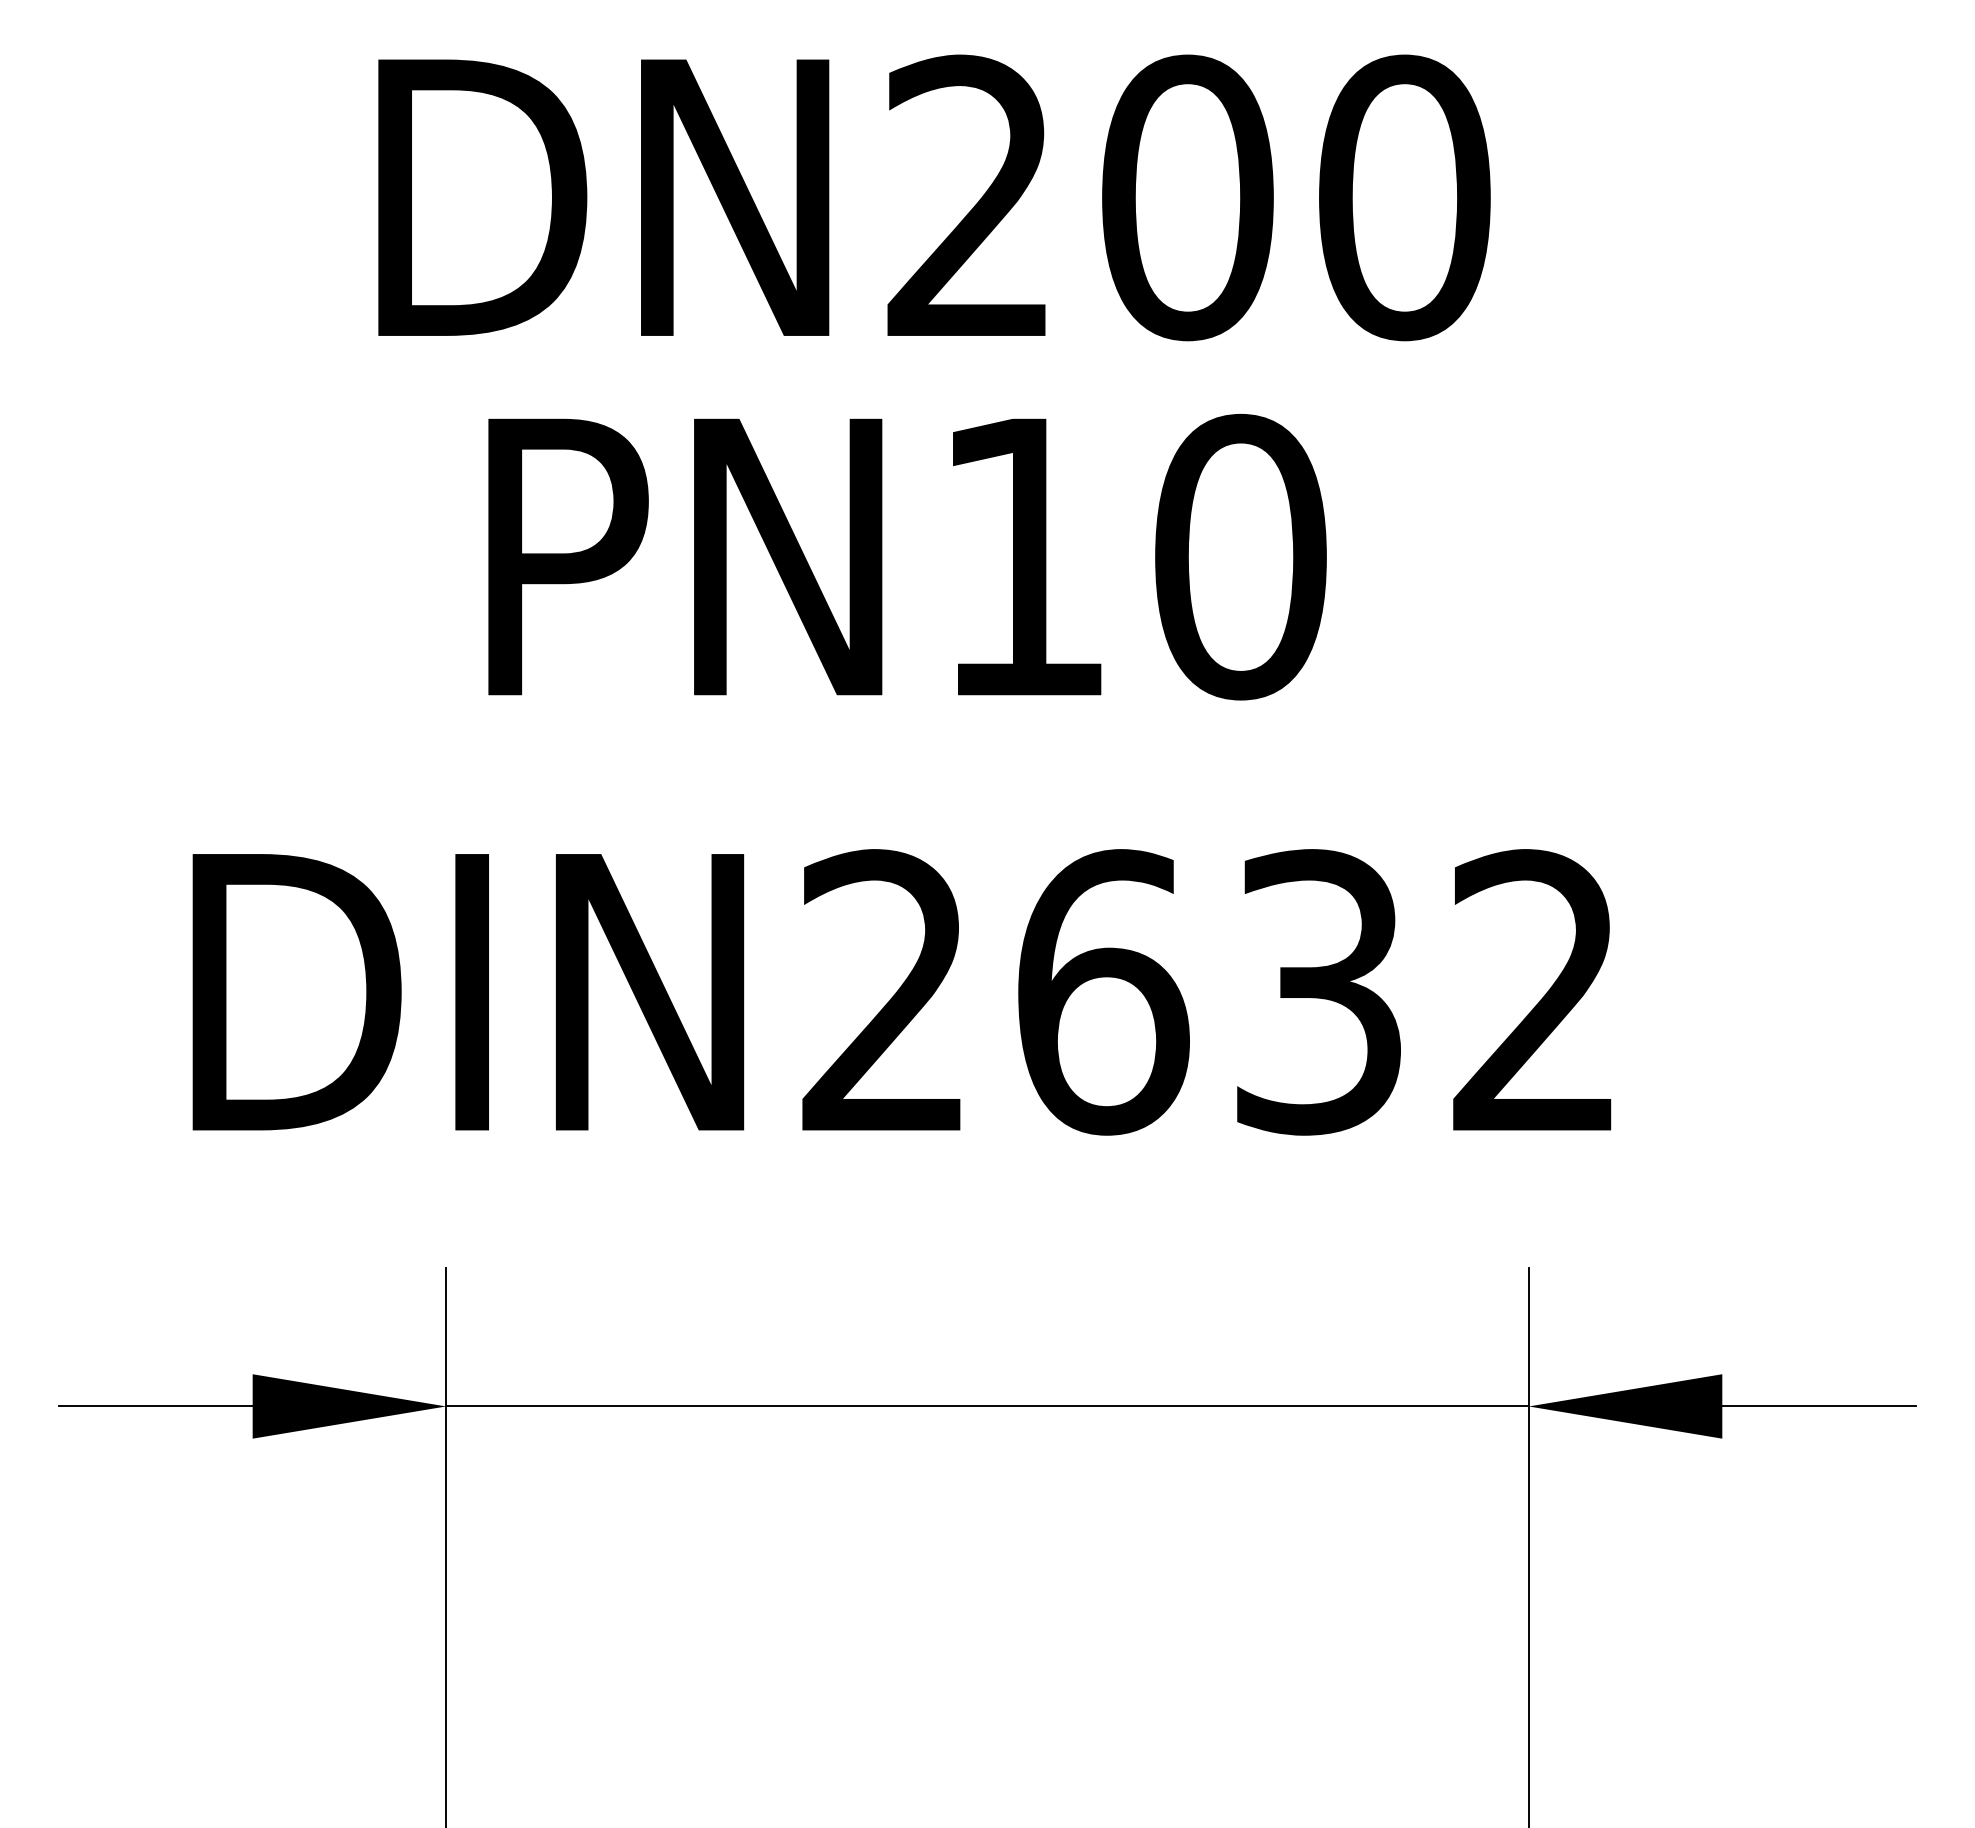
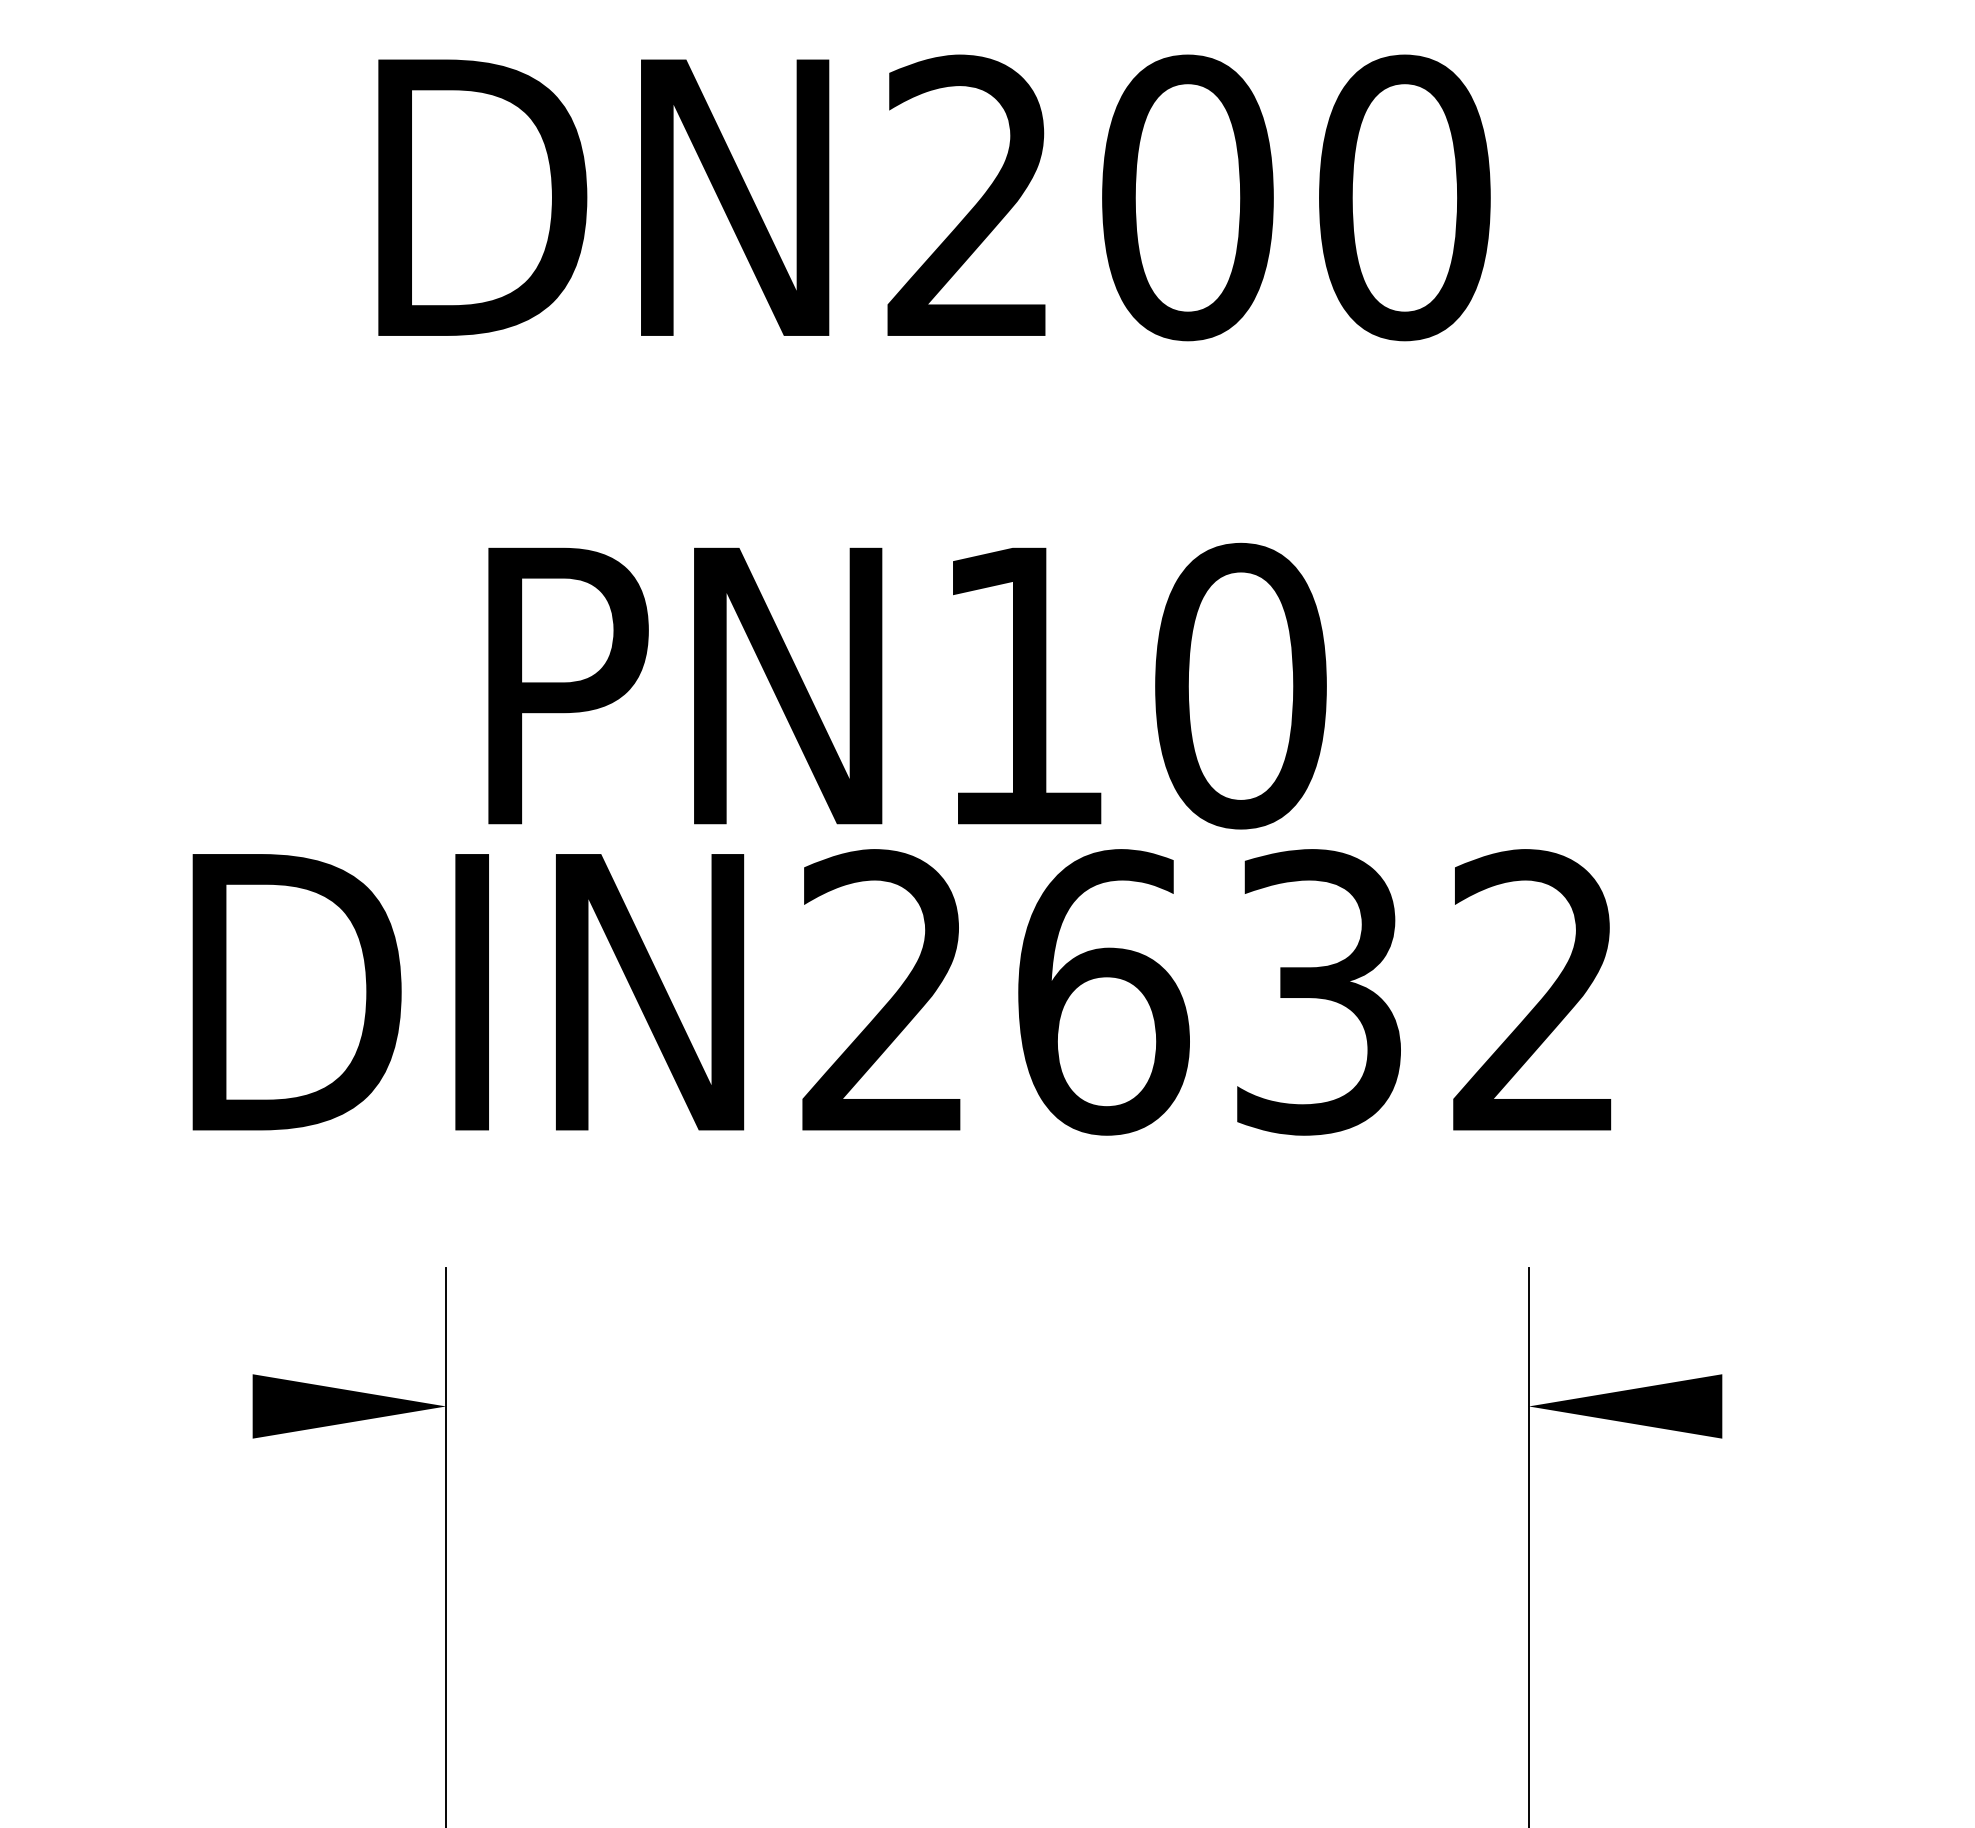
text at (907, 556) position: (907, 556) -> (907, 685)
line at (155, 1406): present -> none
line at (987, 1406): present -> none
line at (1818, 1406): present -> none
